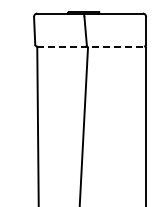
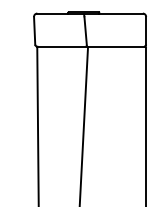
line at (91, 46): dashed -> solid
